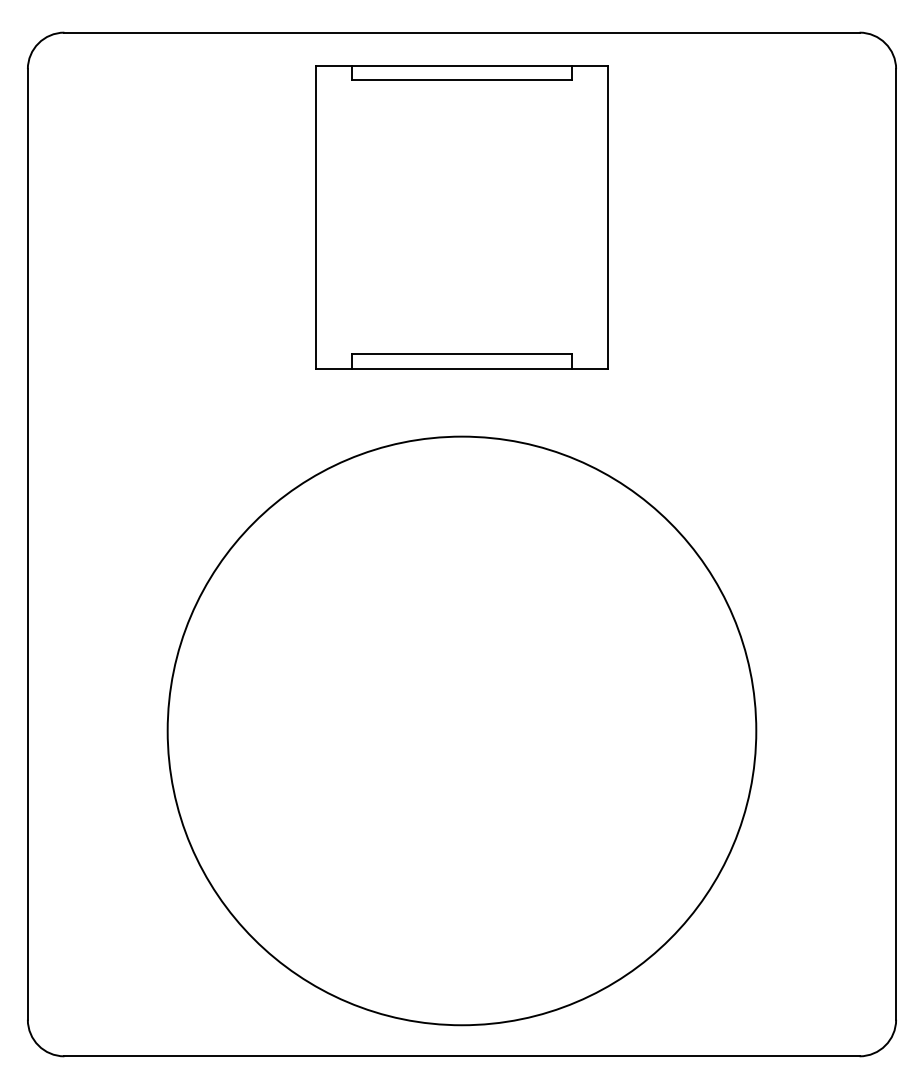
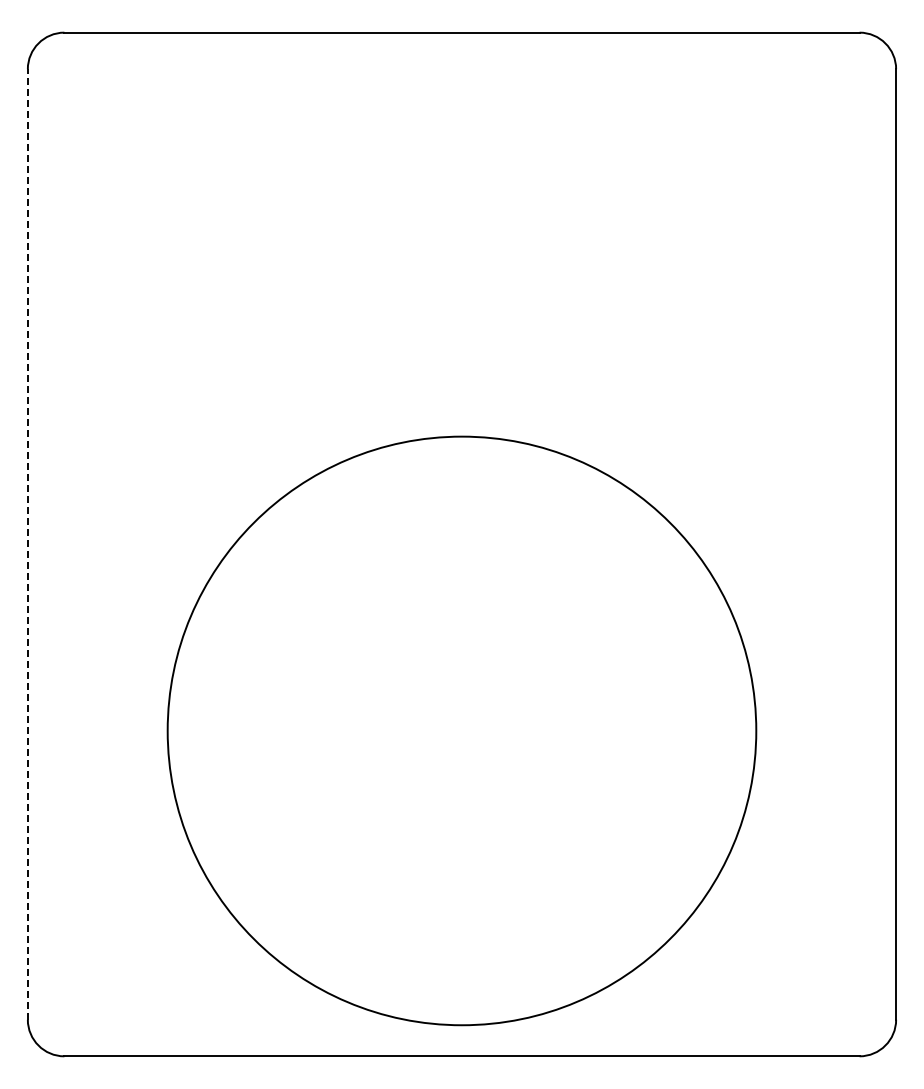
part at (461, 217): present -> none
line at (27, 544): solid -> dashed
